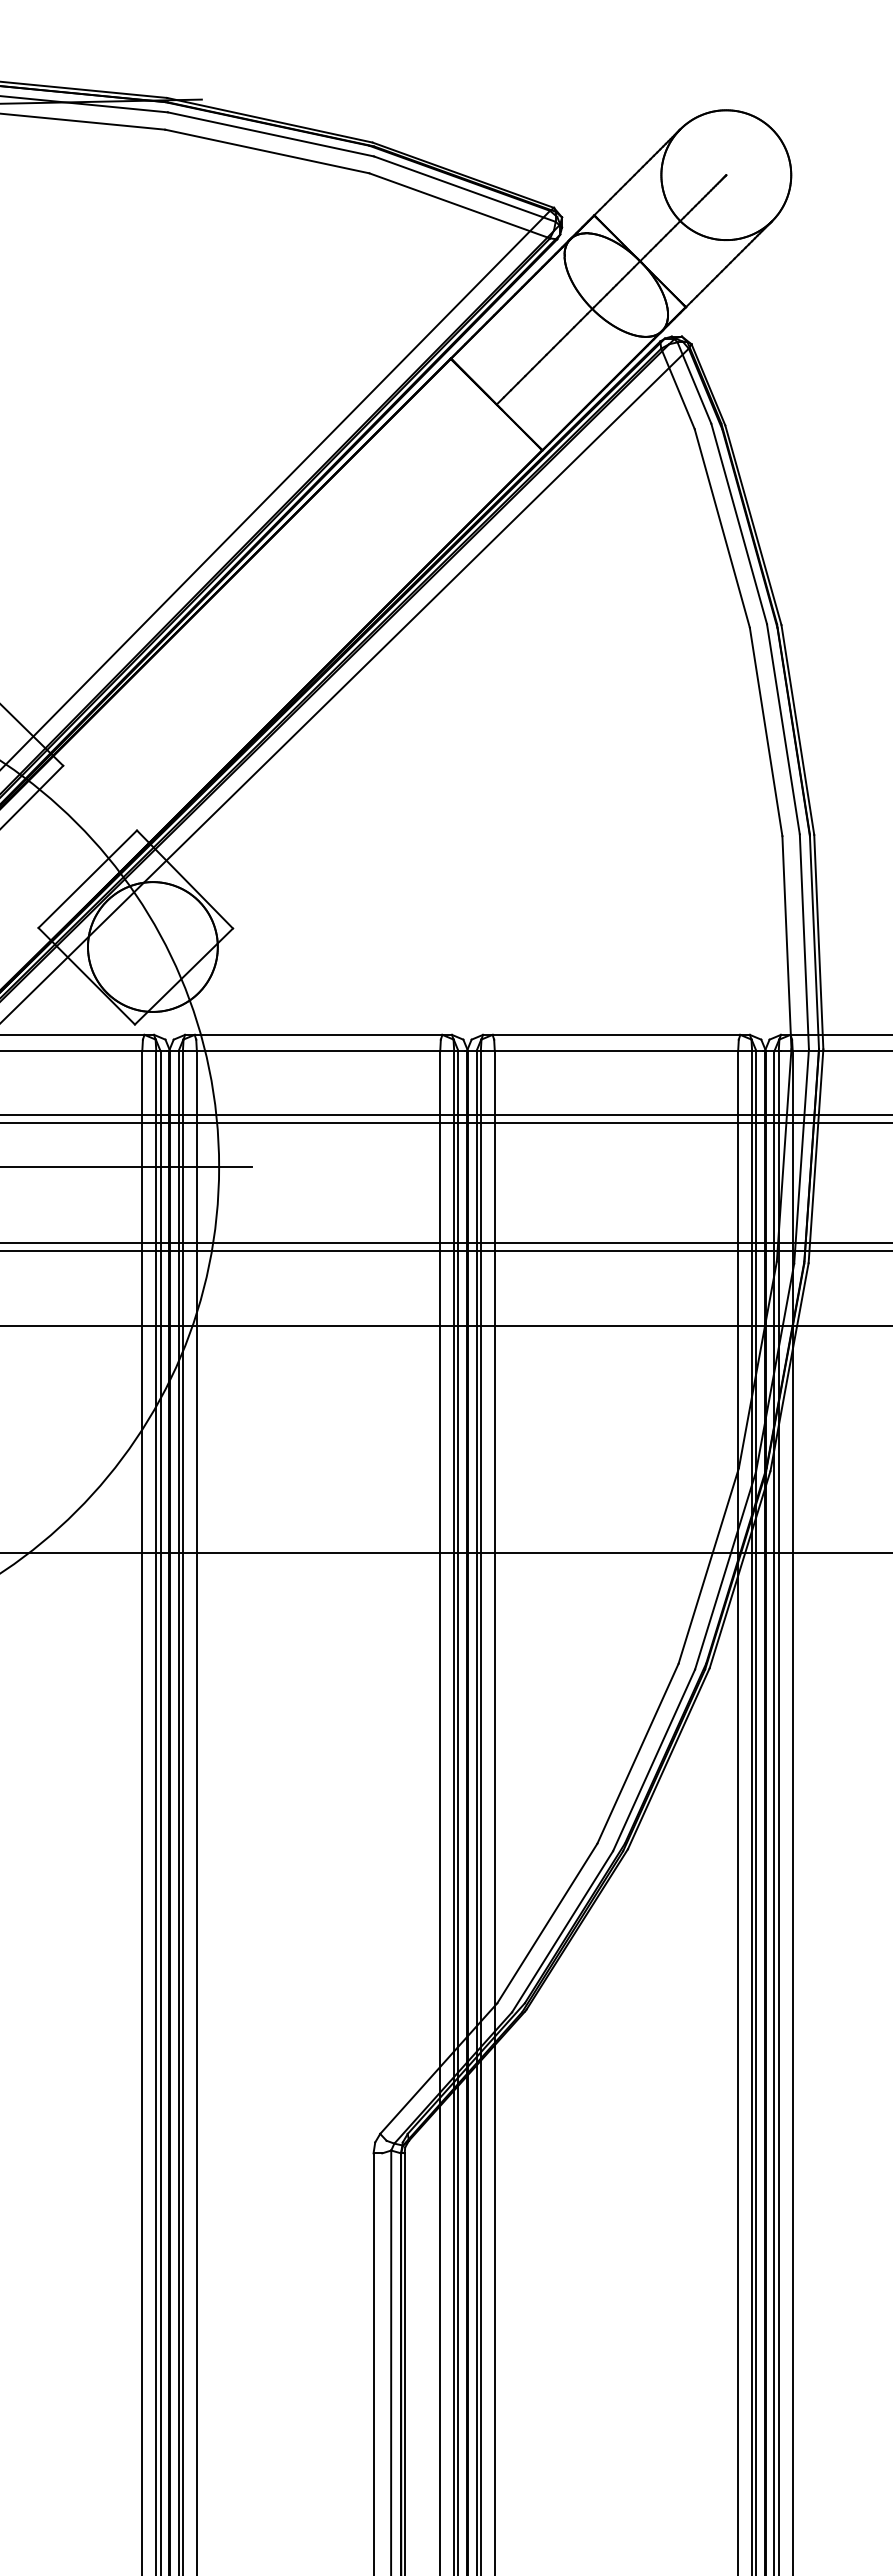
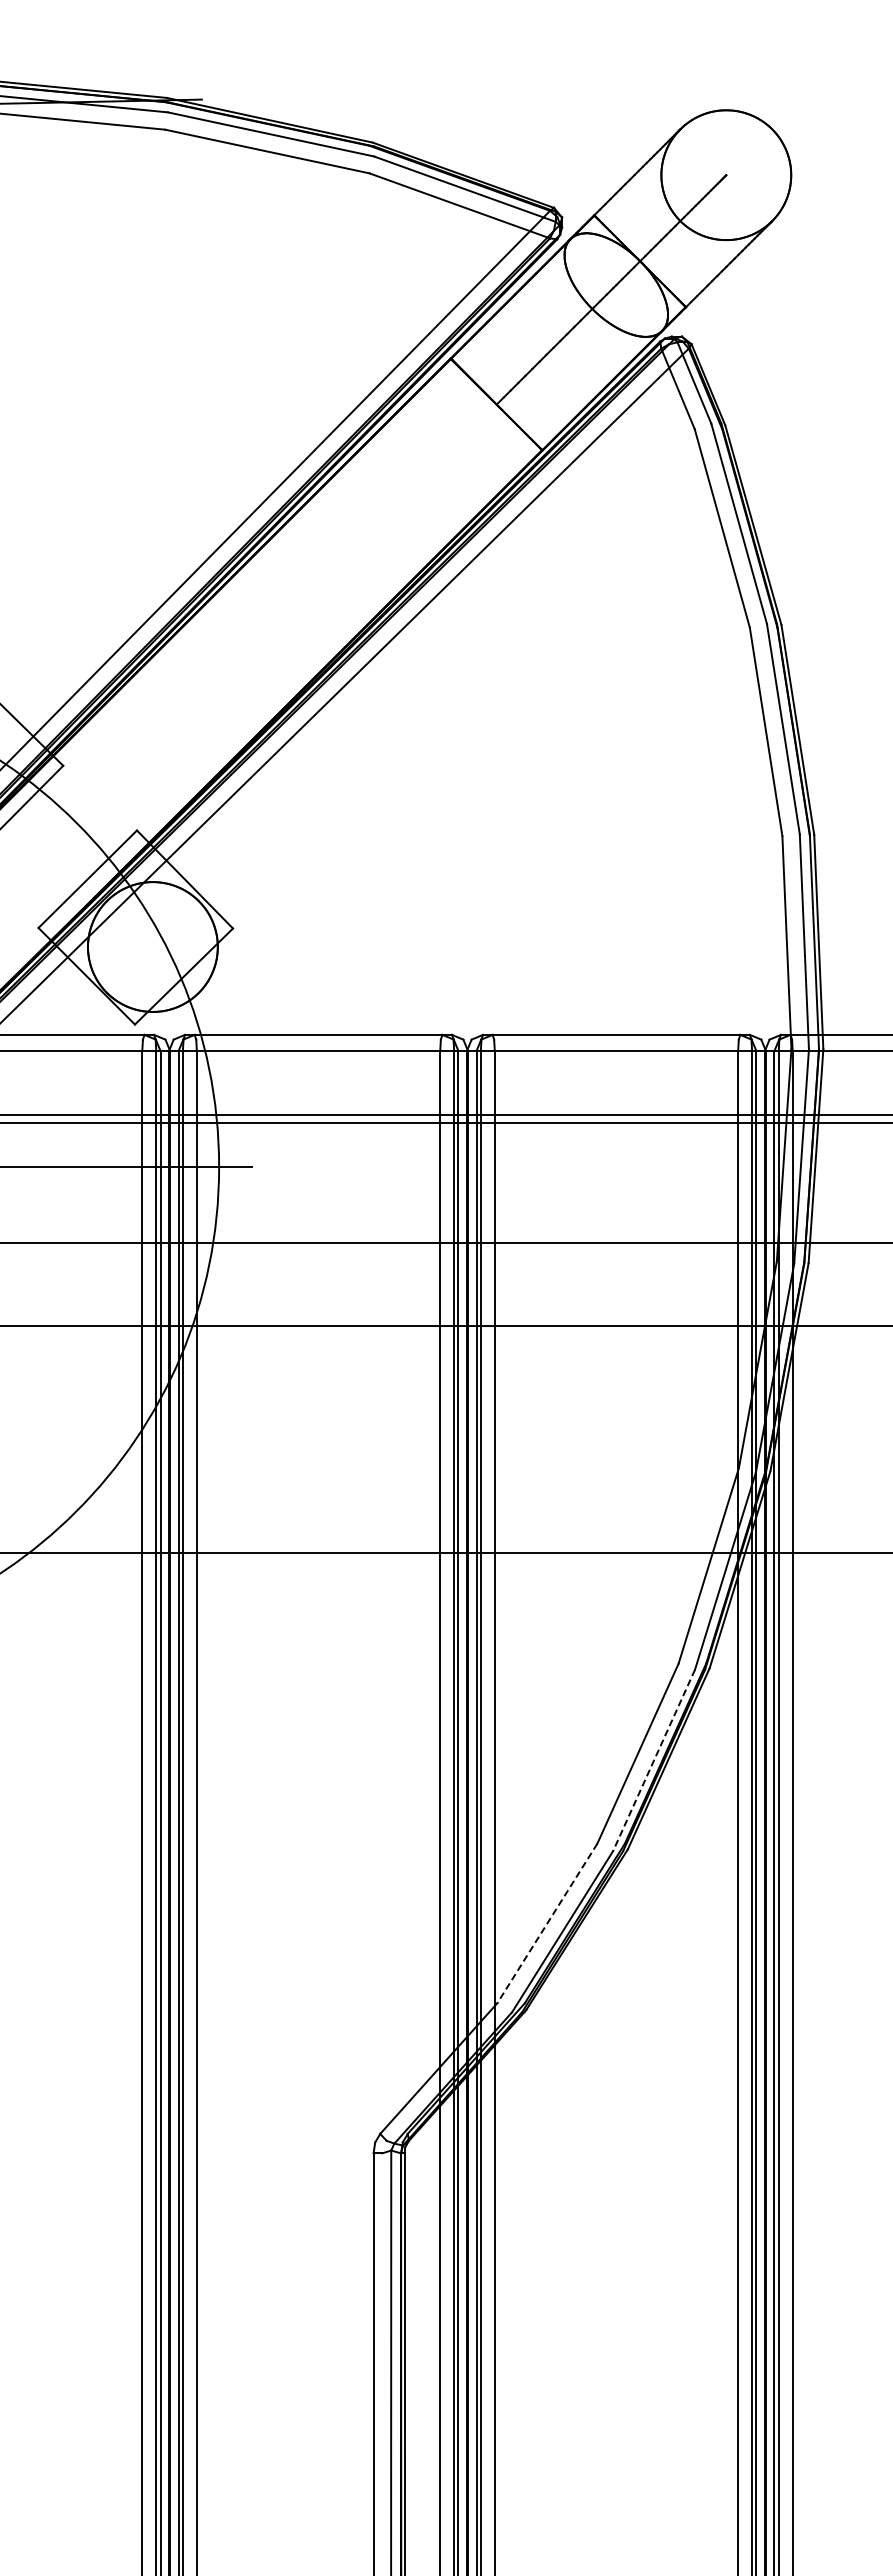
line at (445, 1251): present -> none
line at (654, 1760): solid -> dashed
line at (547, 1923): solid -> dashed
